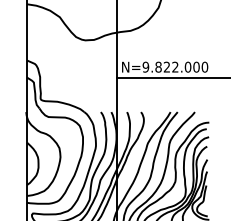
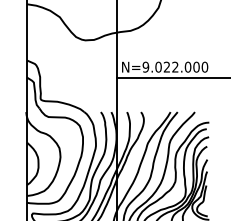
text at (158, 67): N=9.822.000 -> N=9.022.000
